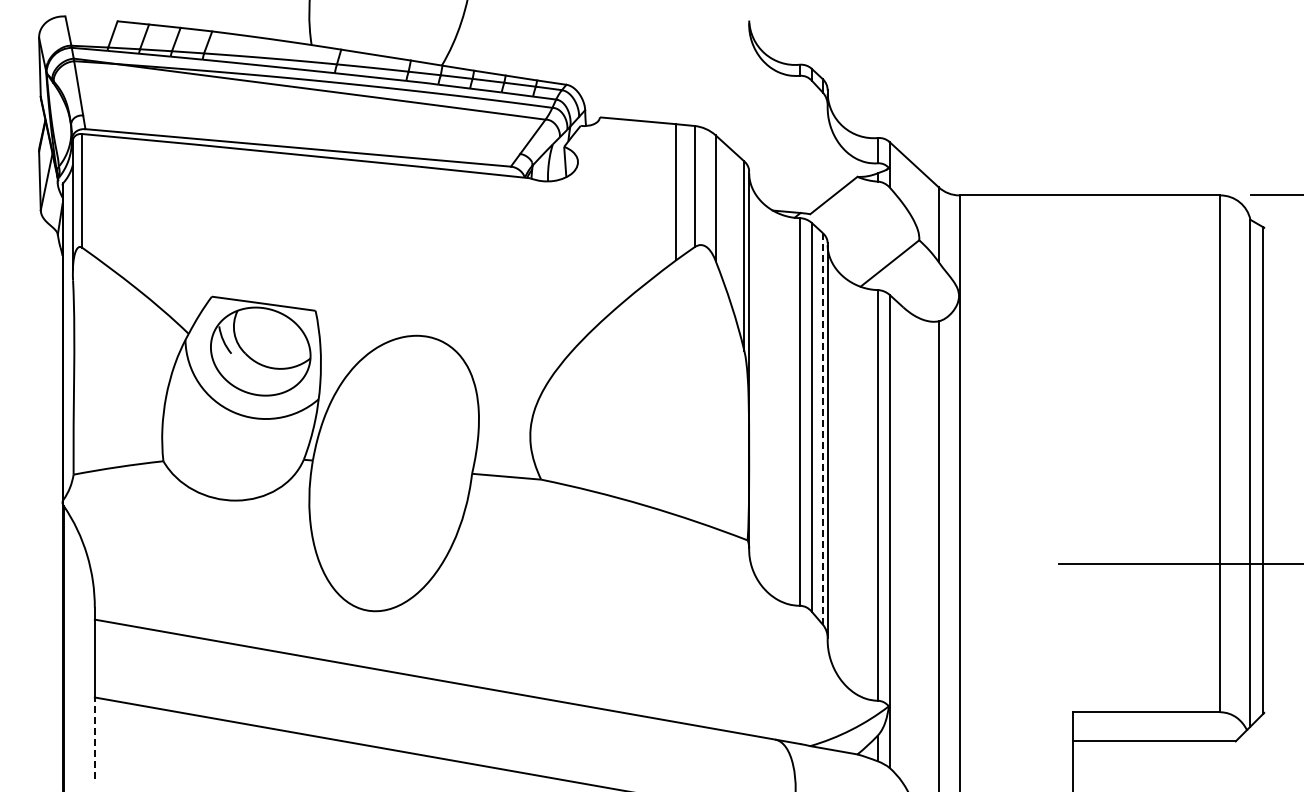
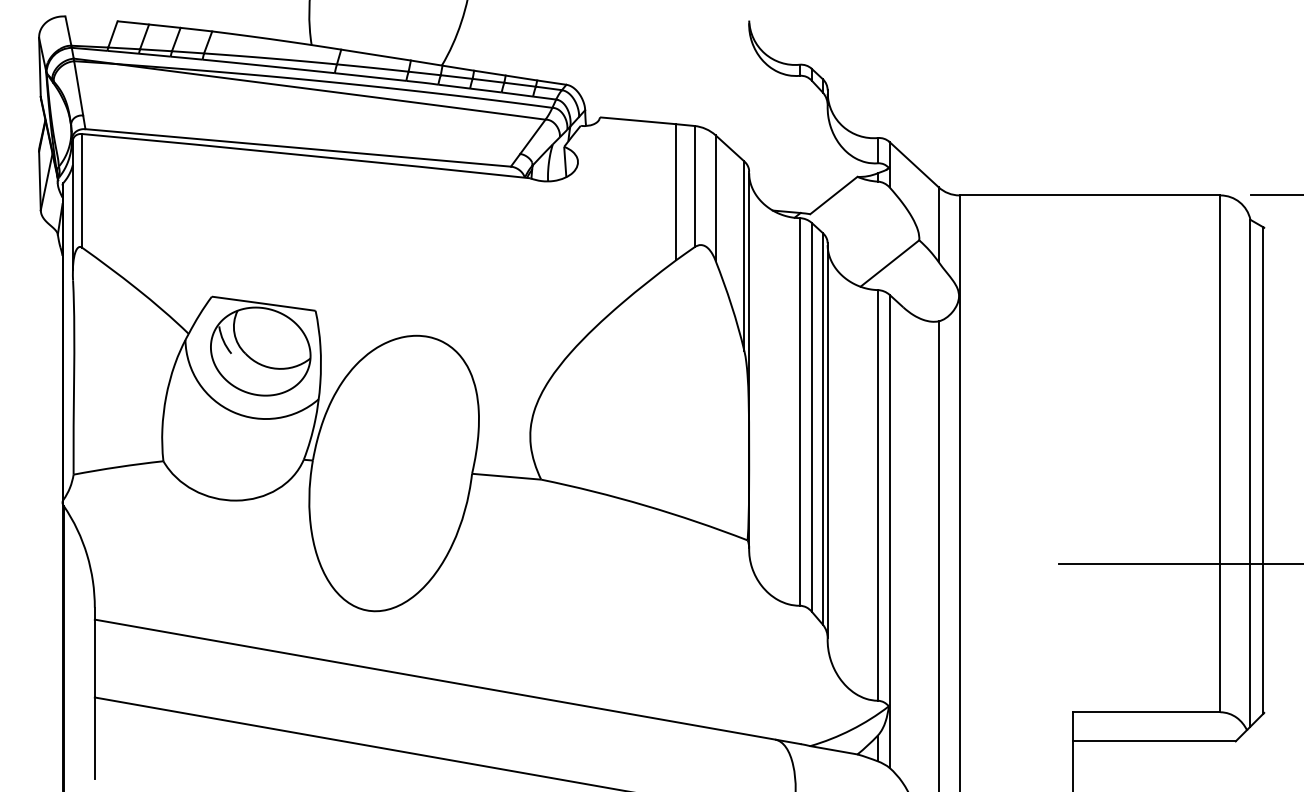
line at (822, 428): dashed -> solid
line at (94, 738): dashed -> solid
